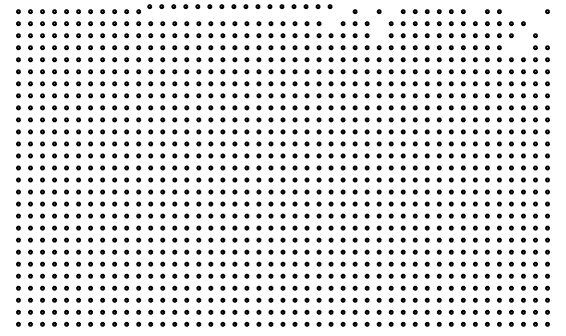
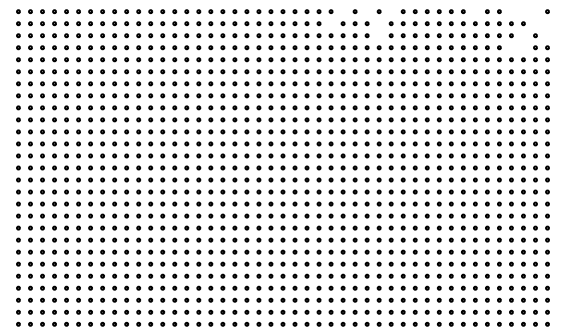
part at (239, 6) position: (239, 6) -> (240, 11)
